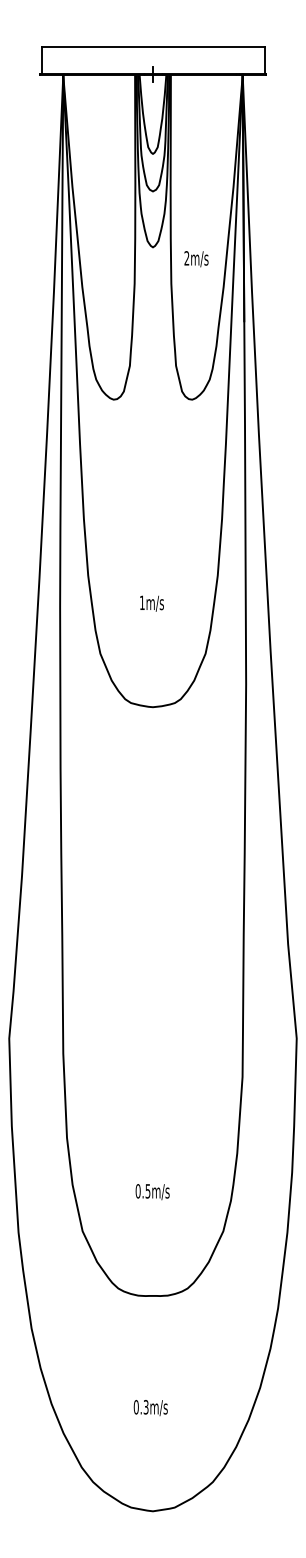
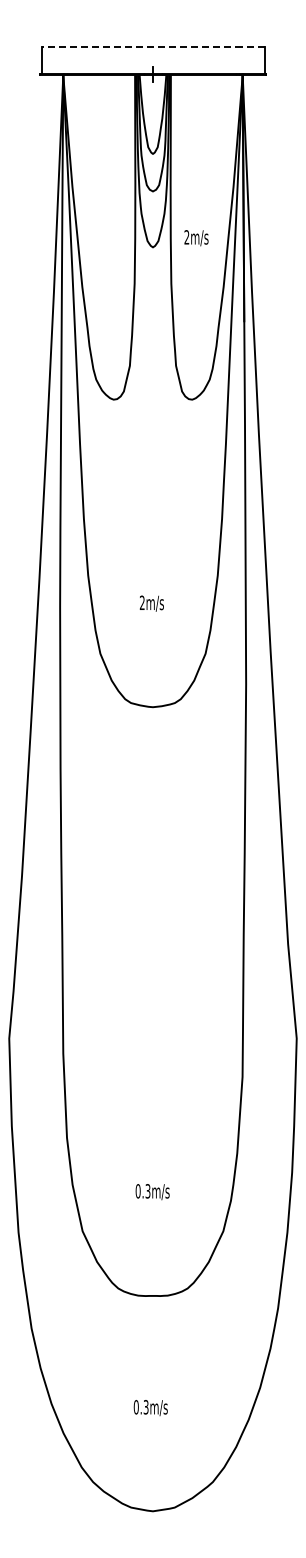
line at (152, 46): solid -> dashed
text at (196, 259) position: (196, 259) -> (196, 238)
text at (141, 602): 1m/s -> 2m/s
text at (147, 1190): 0.5m/s -> 0.3m/s
